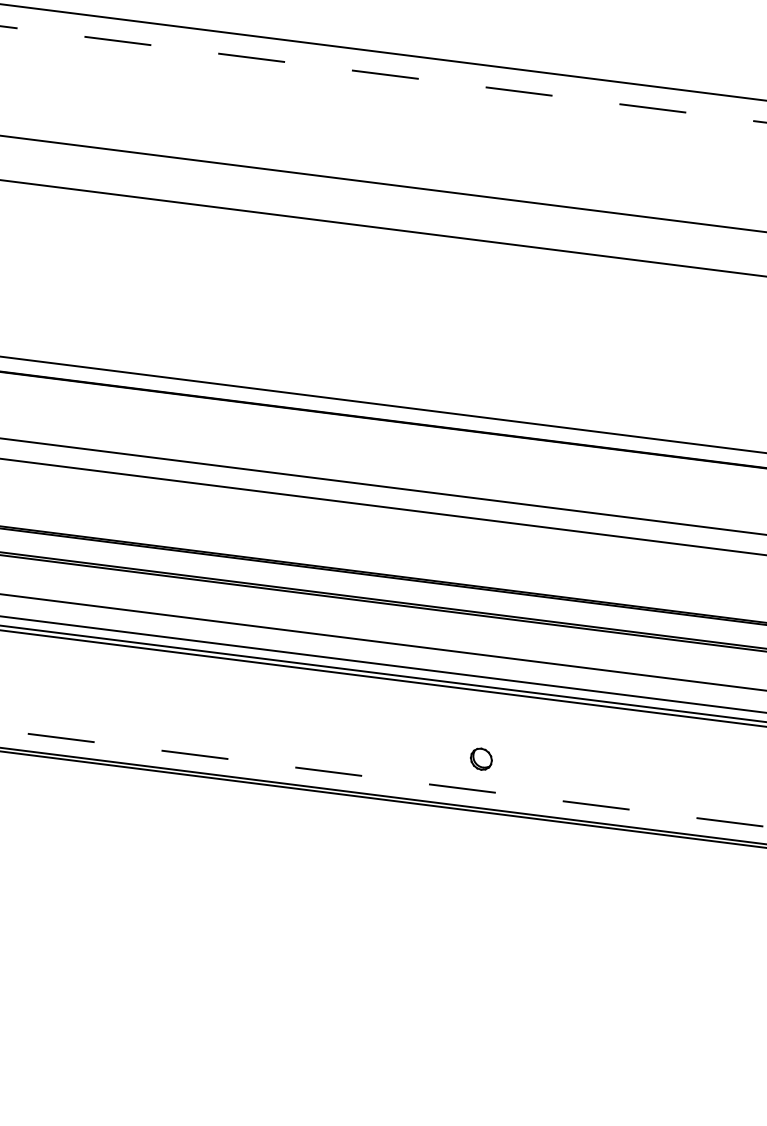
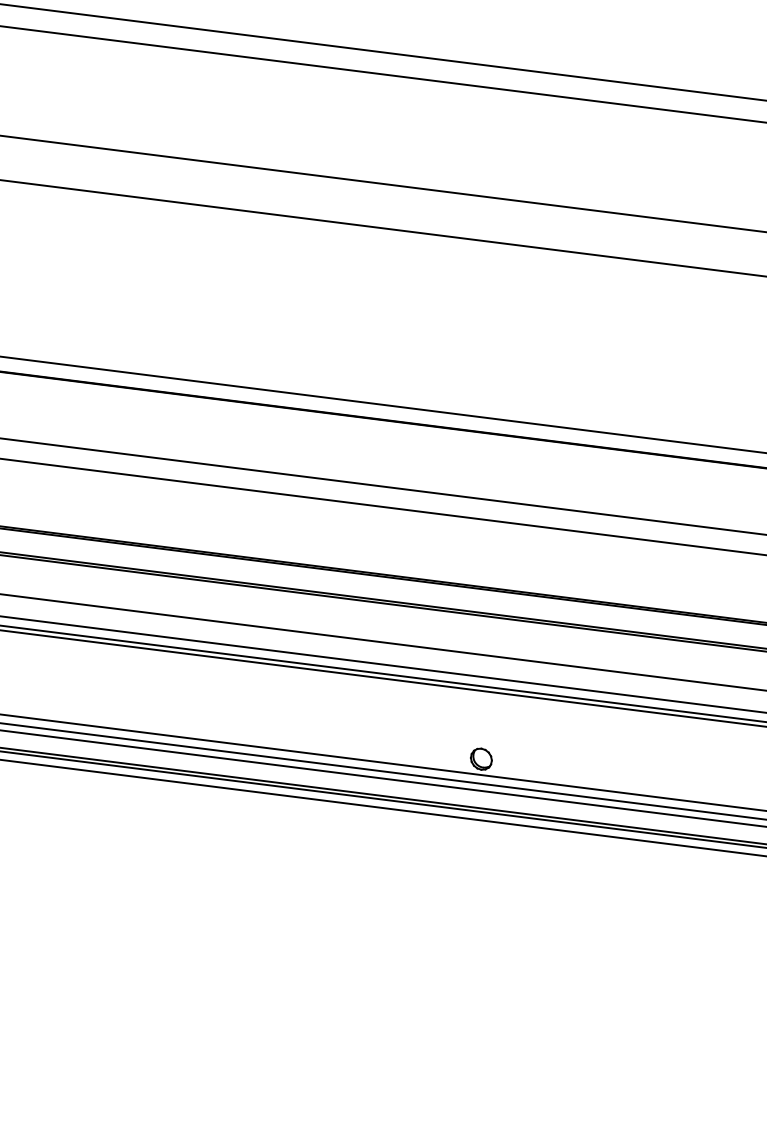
line at (383, 74): dashed -> solid
line at (382, 762): none -> present
line at (382, 771): none -> present
line at (383, 778): dashed -> solid
line at (382, 807): none -> present
